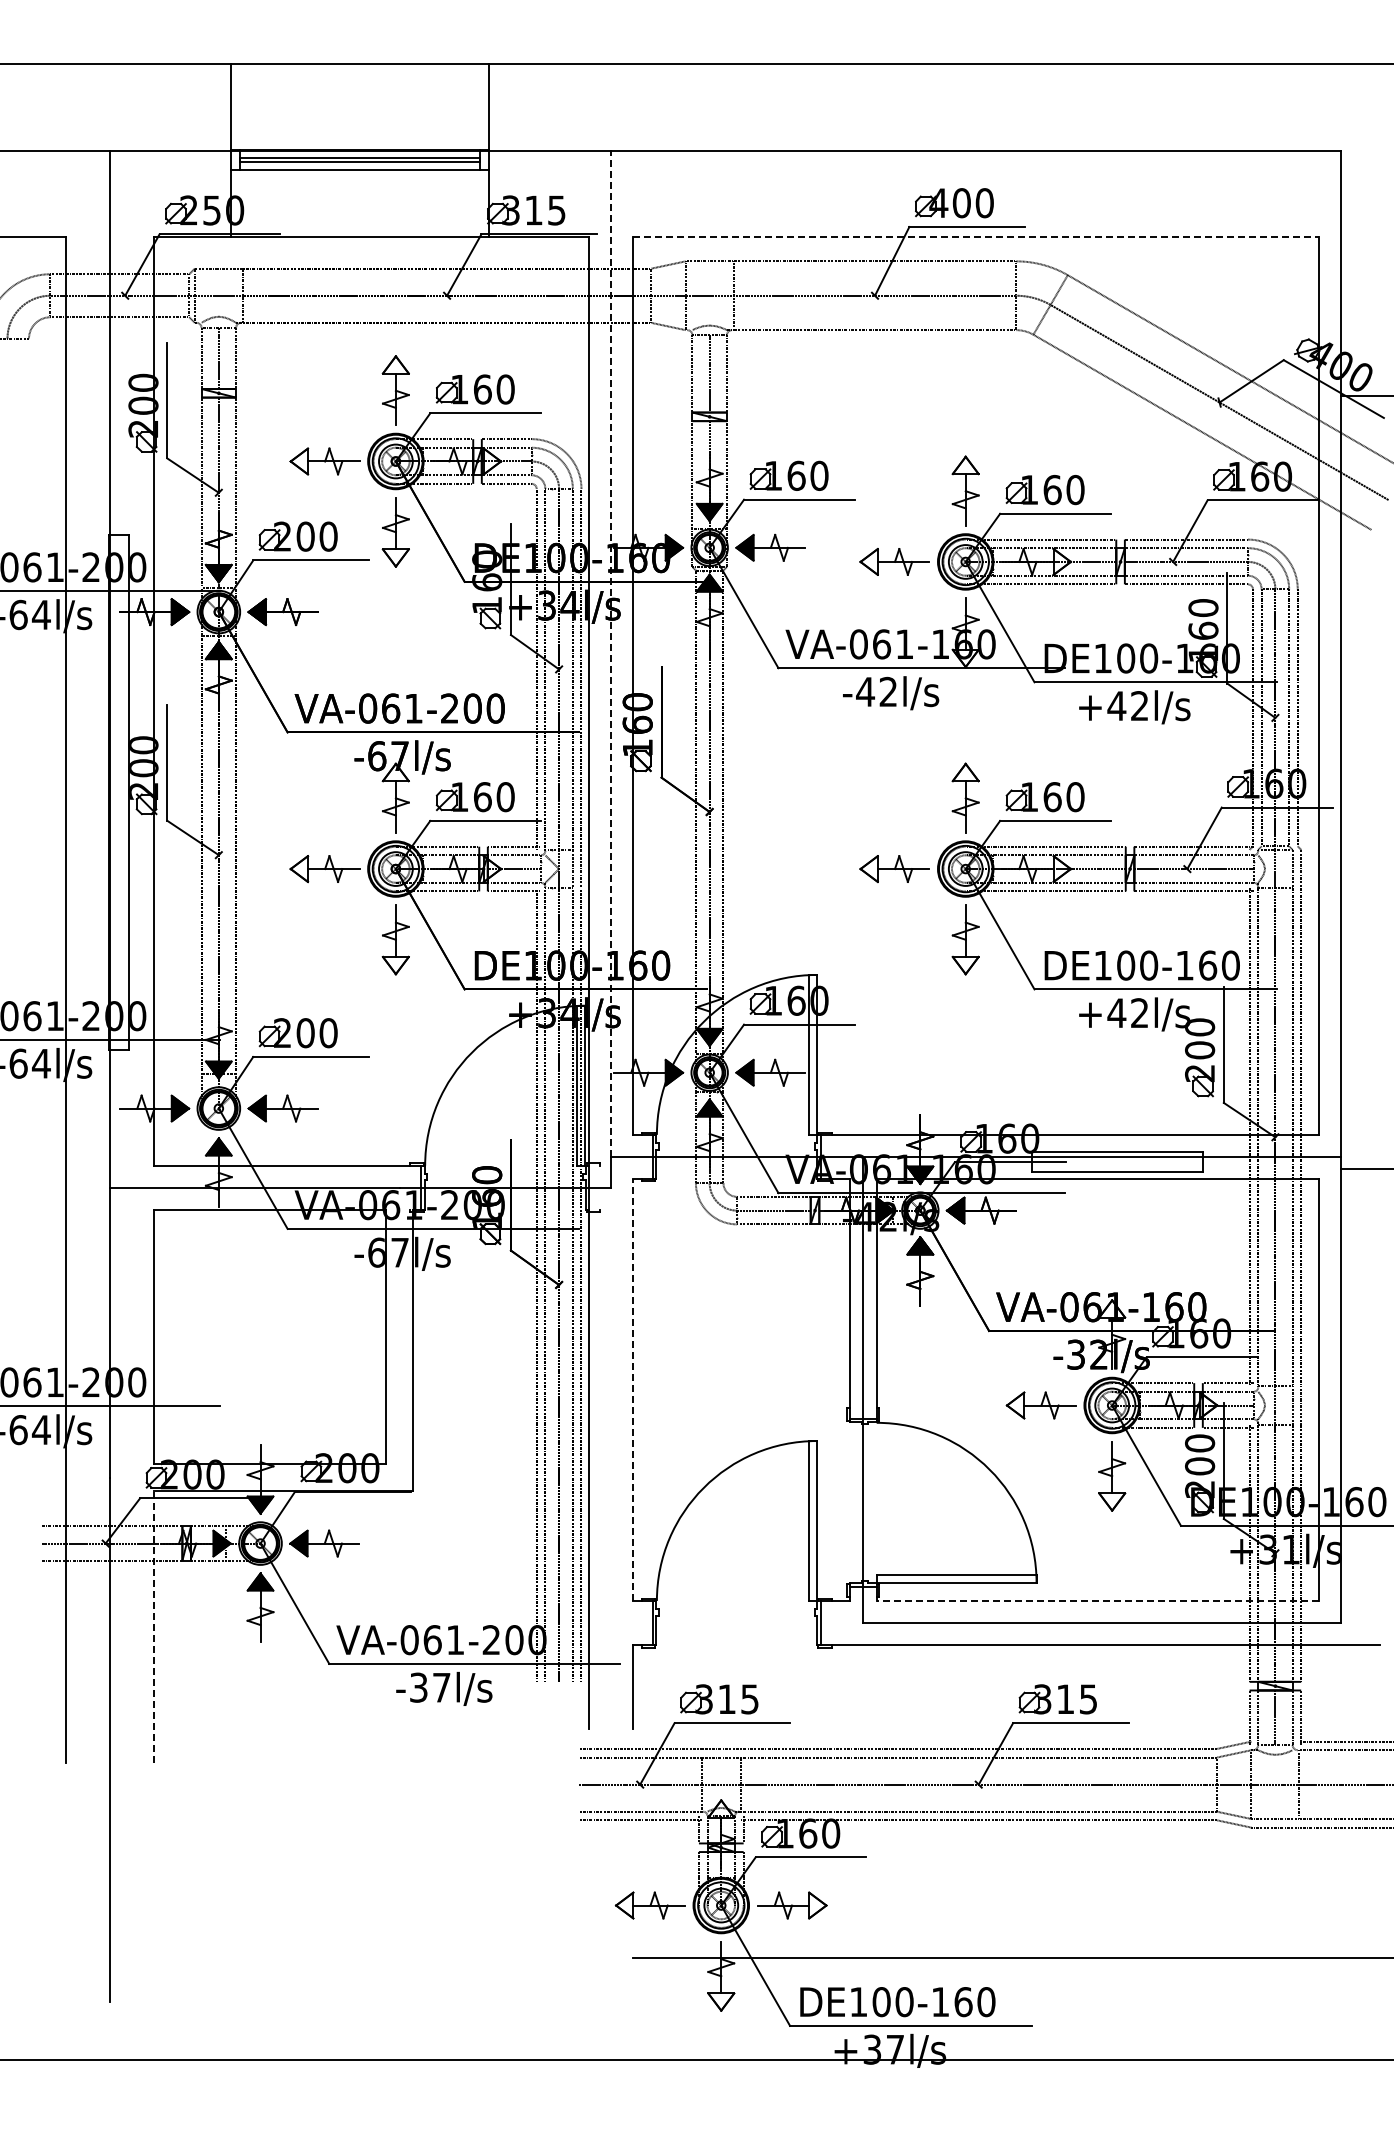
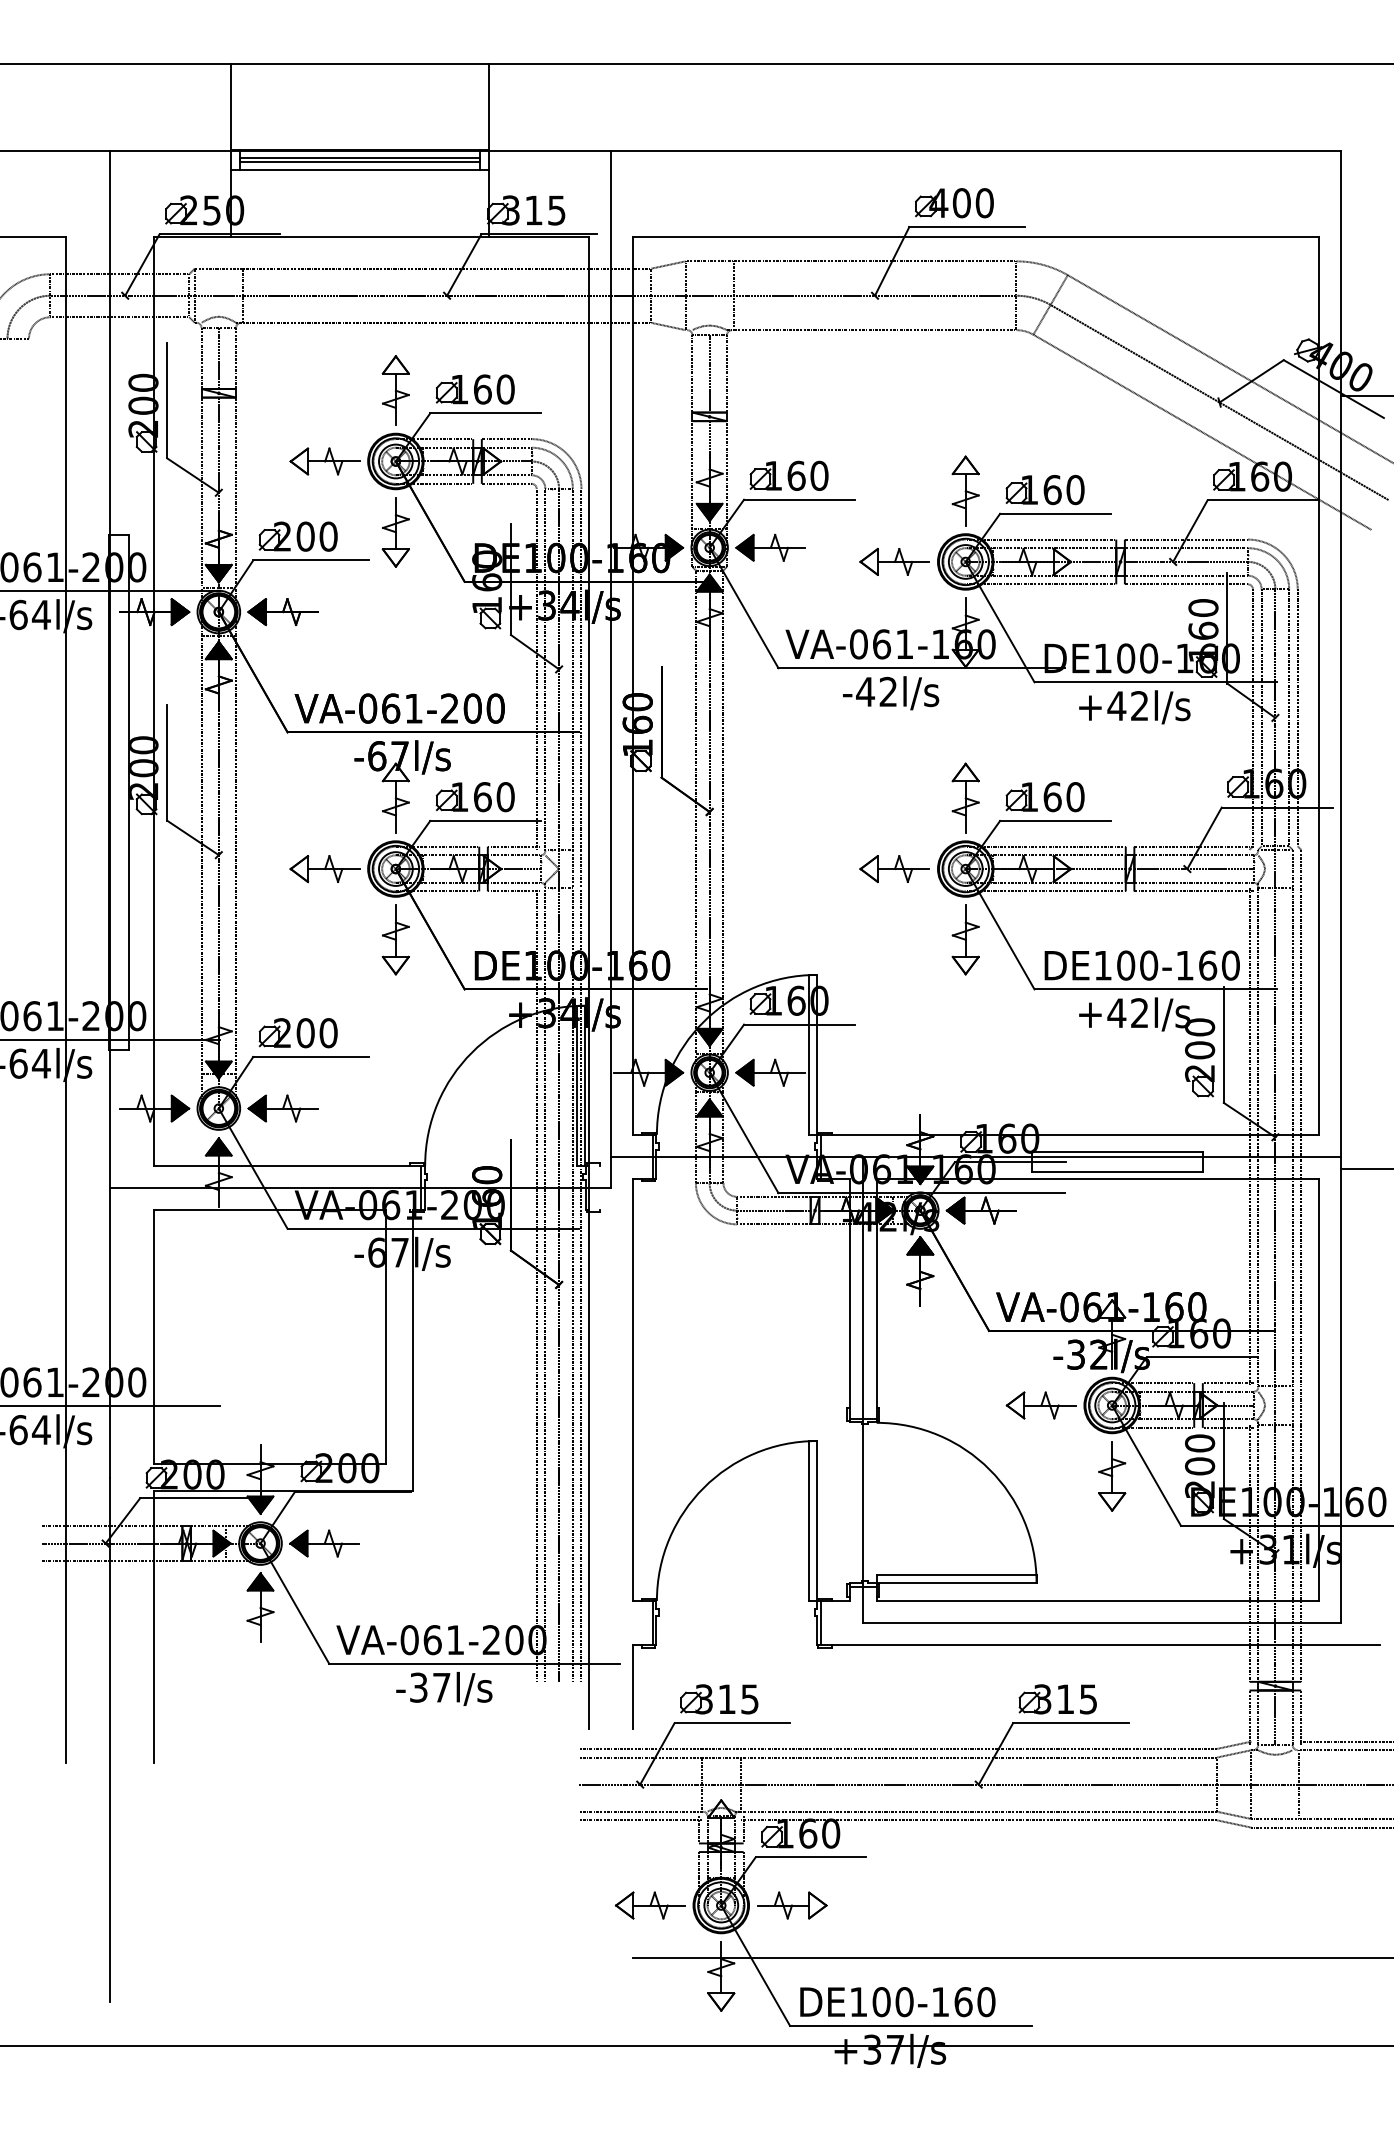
line at (975, 237): dashed -> solid
line at (610, 653): dashed -> solid
line at (632, 1390): dashed -> solid
line at (1097, 1600): dashed -> solid
line at (153, 1626): dashed -> solid
line at (696, 2059) position: (696, 2059) -> (696, 2045)
